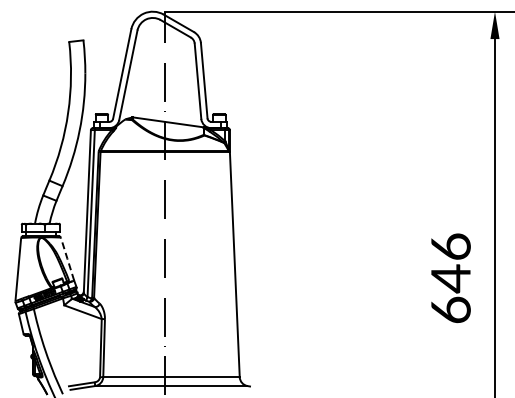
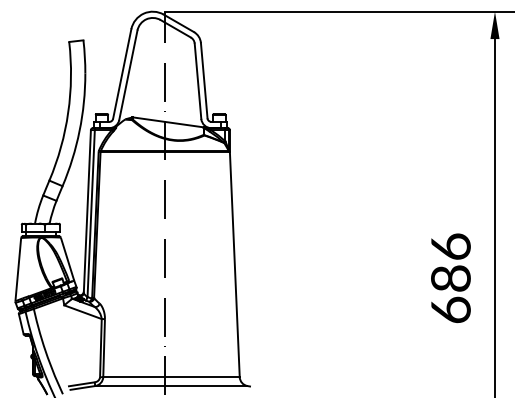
line at (67, 258): dashed -> solid
text at (450, 278): 646 -> 686
